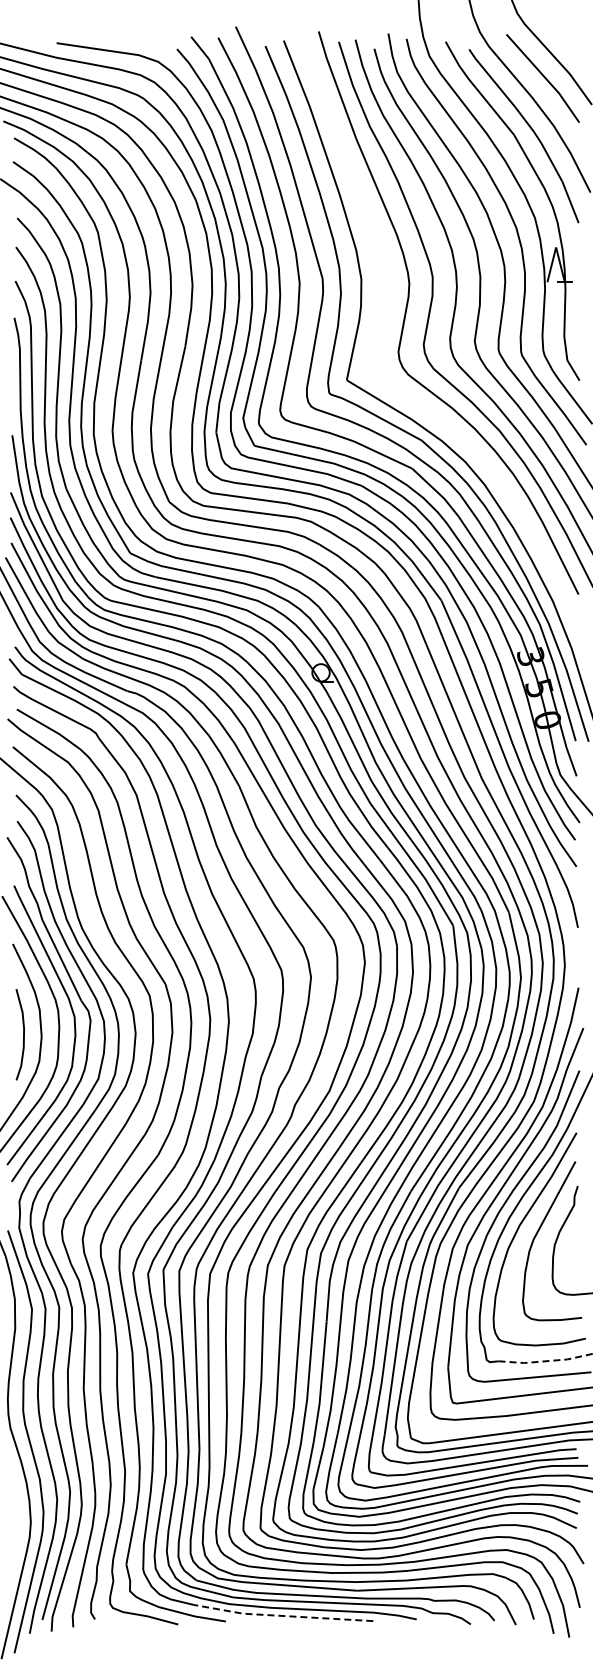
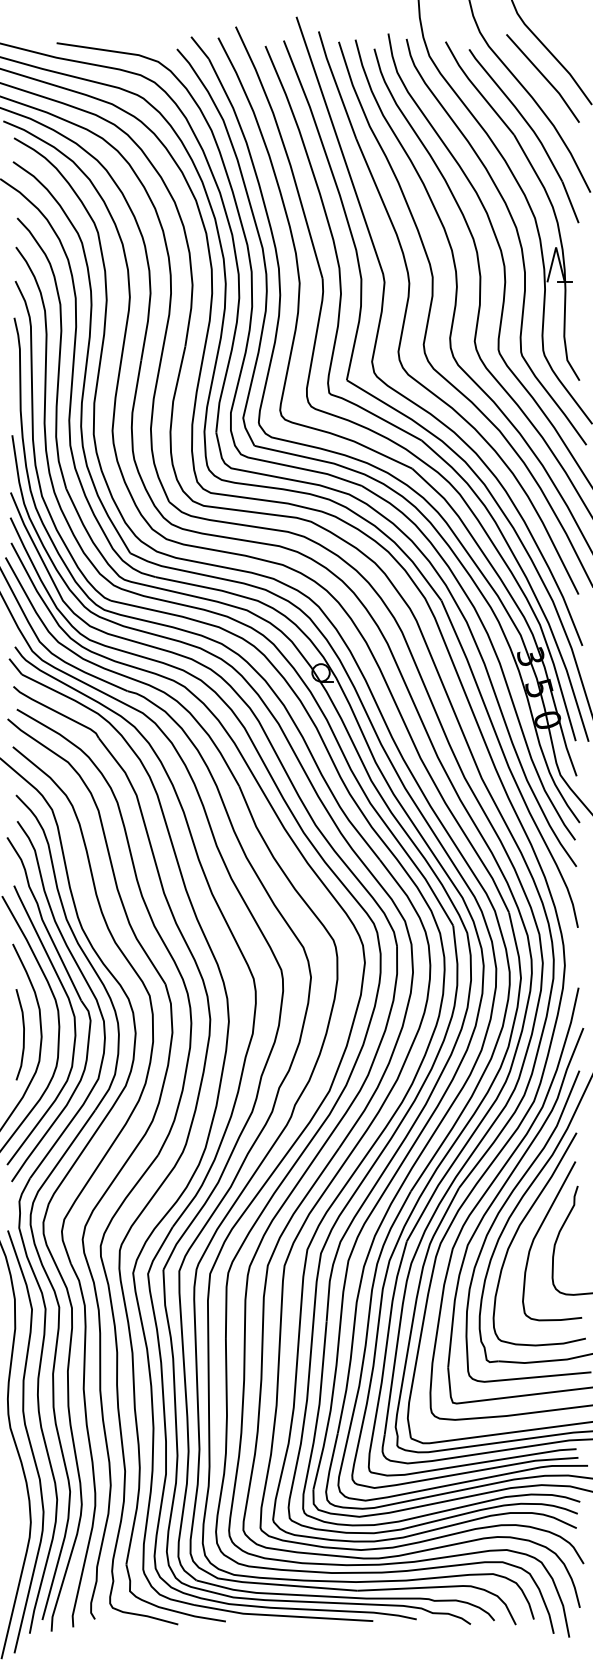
curve at (381, 319): none -> present
line at (545, 1361): dashed -> solid
line at (282, 1615): dashed -> solid
